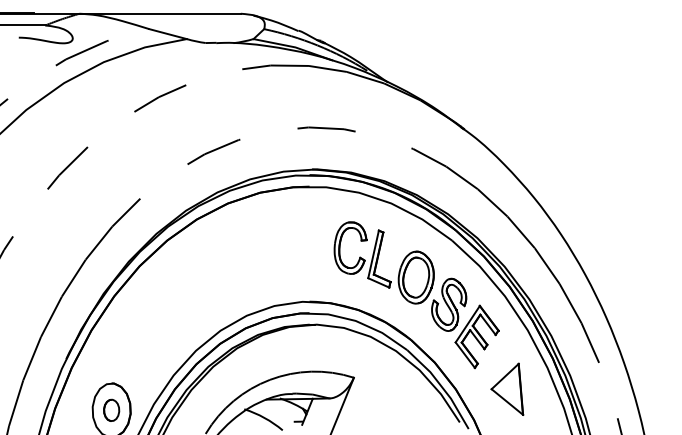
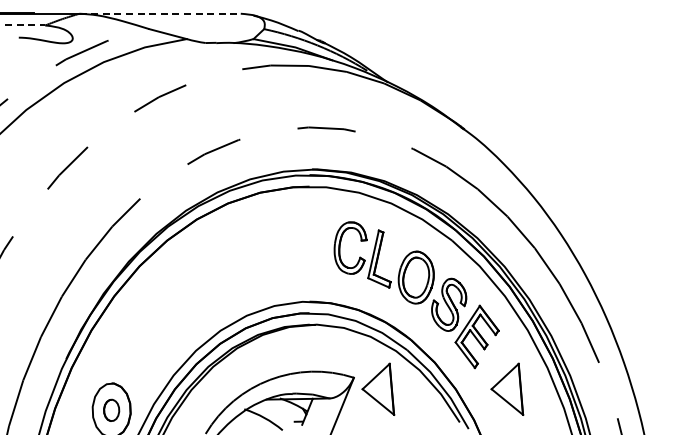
line at (160, 13): solid -> dashed
line at (23, 25): solid -> dashed
part at (378, 388): none -> present
